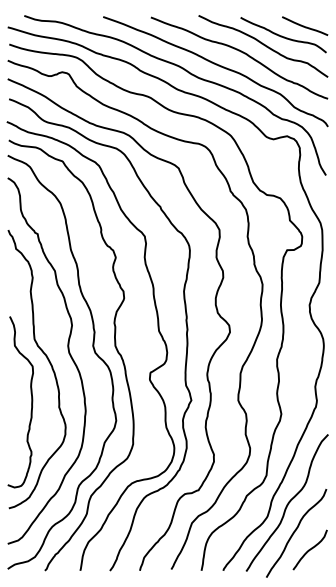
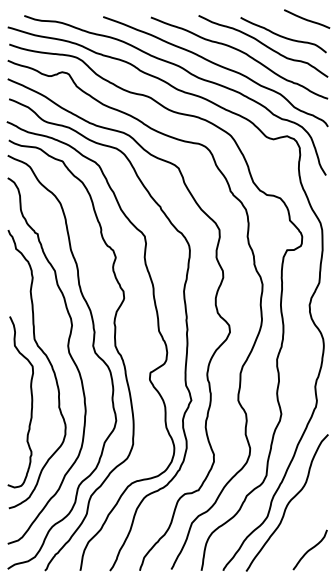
curve at (304, 25) position: (304, 25) -> (306, 18)
curve at (295, 532): present -> none
